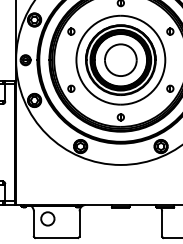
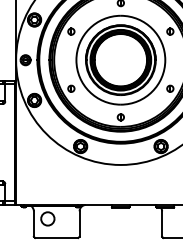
part at (120, 59): present -> none
